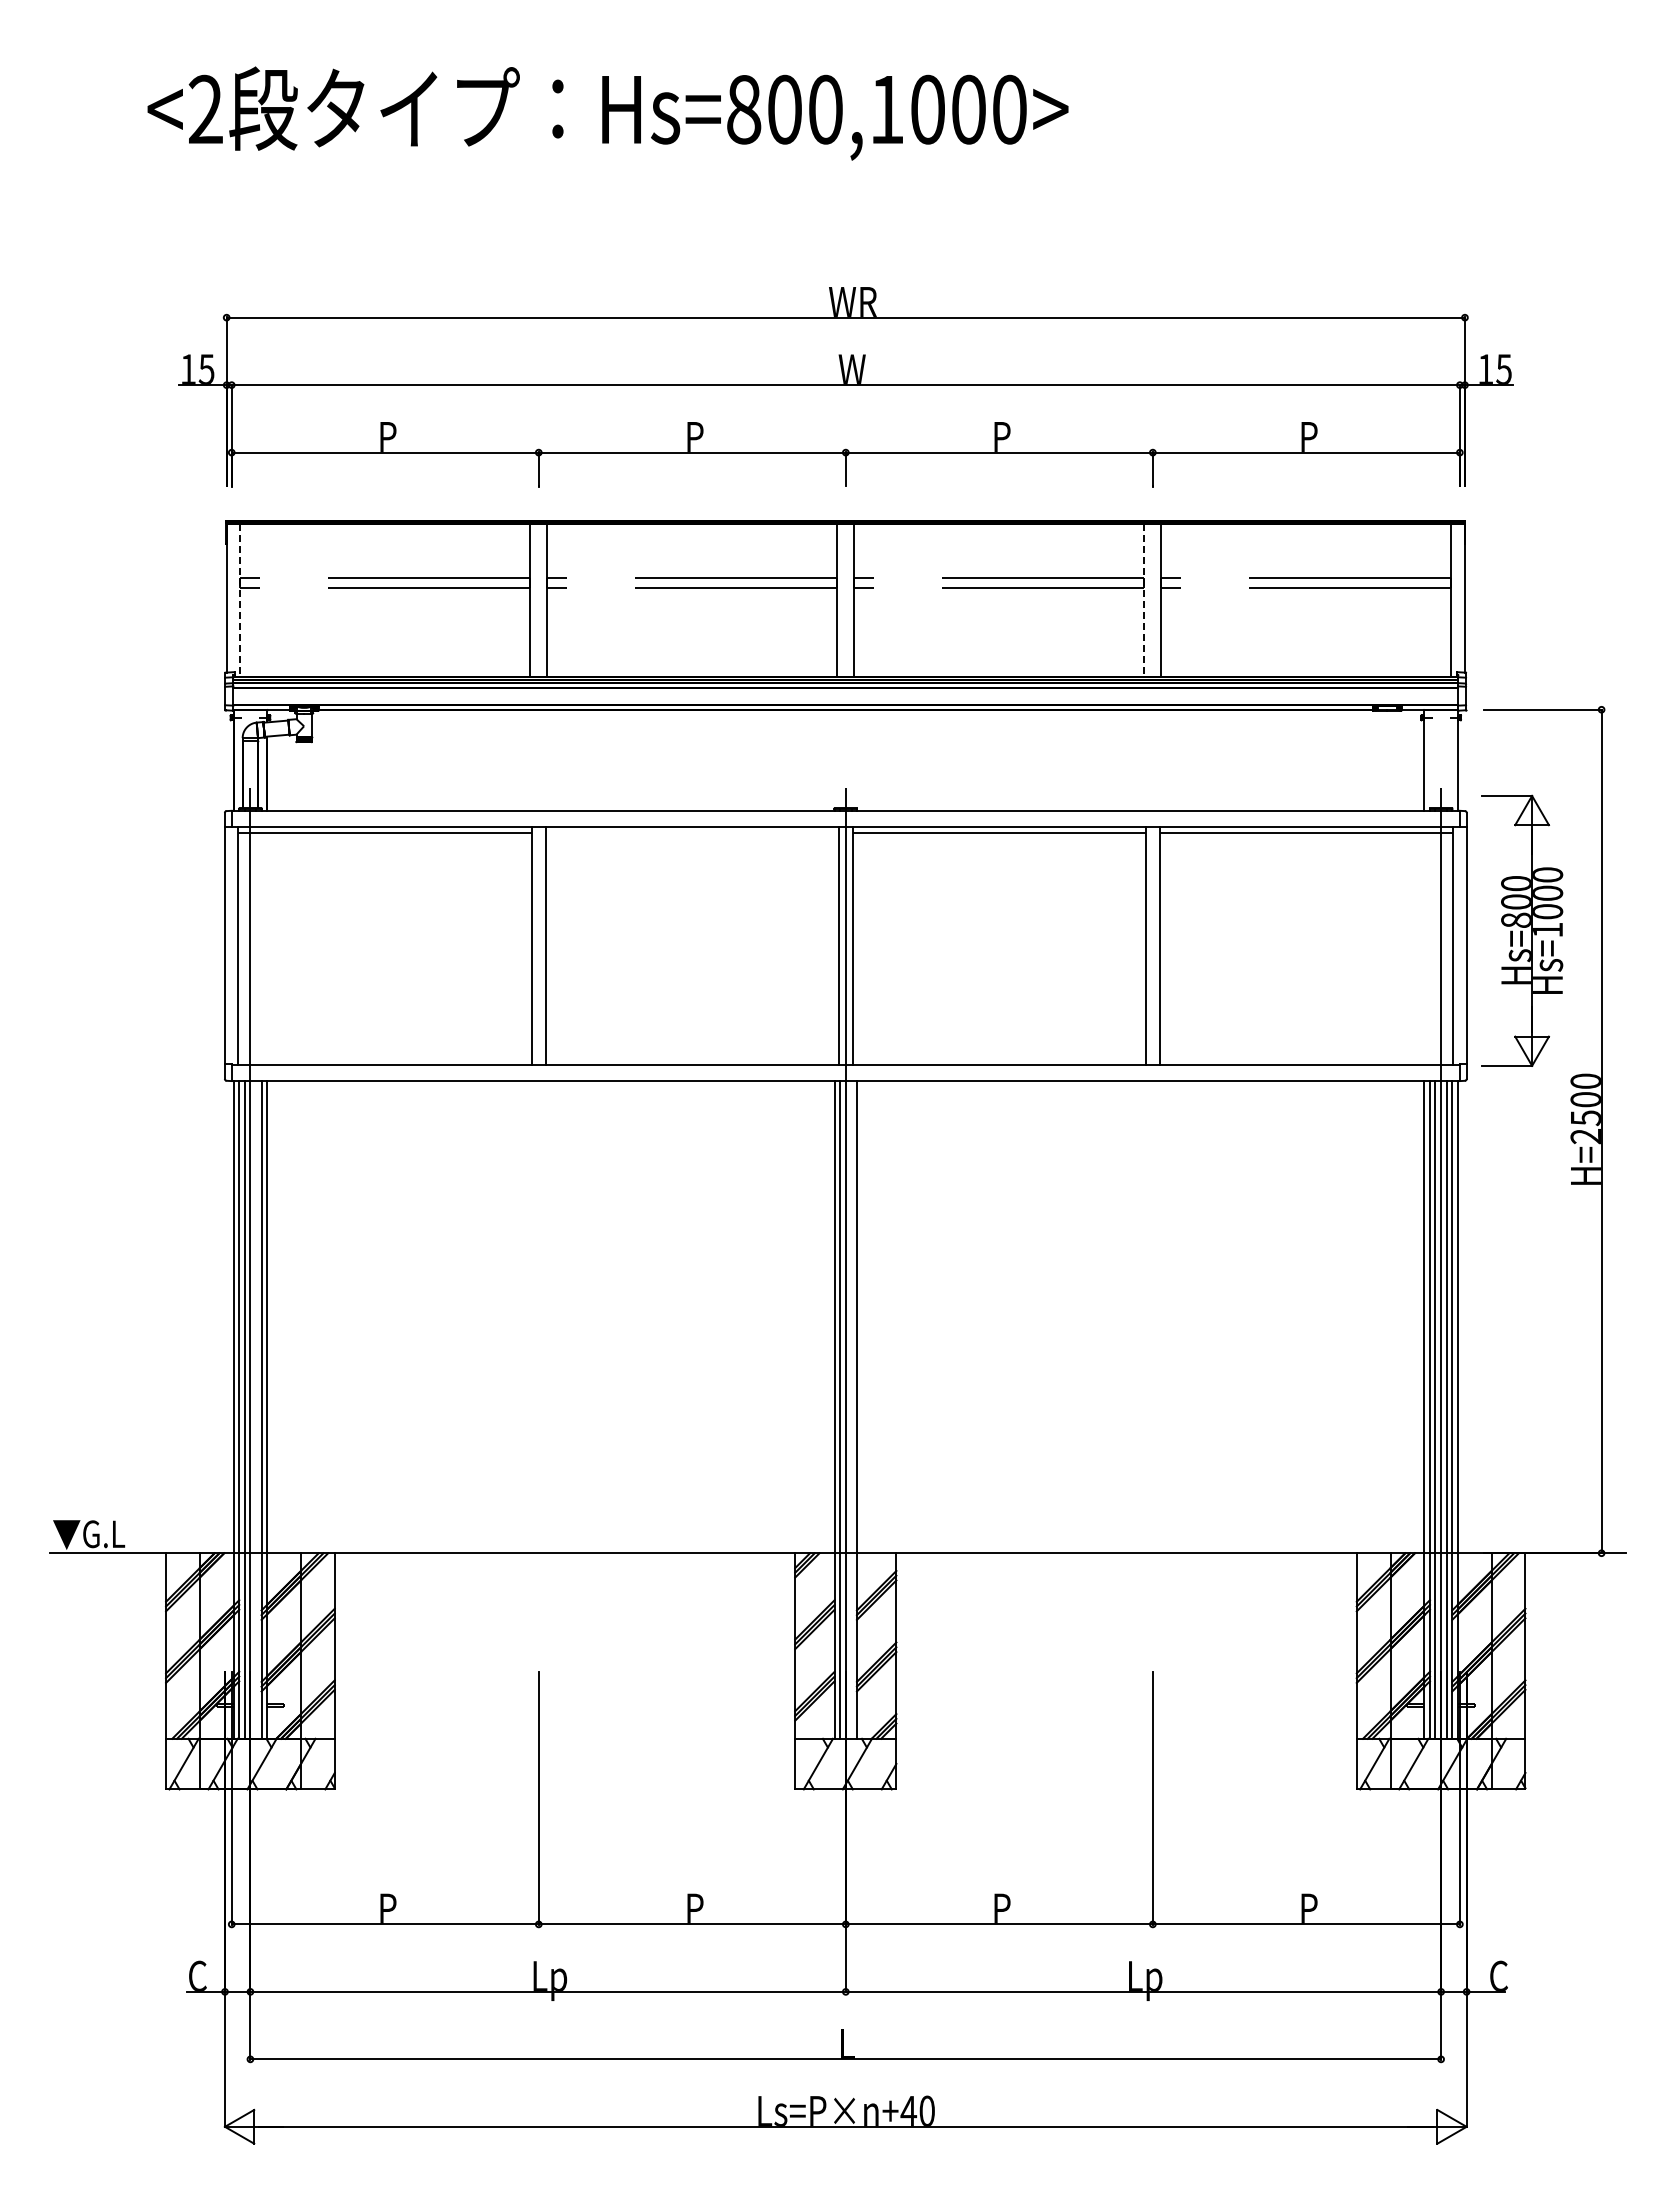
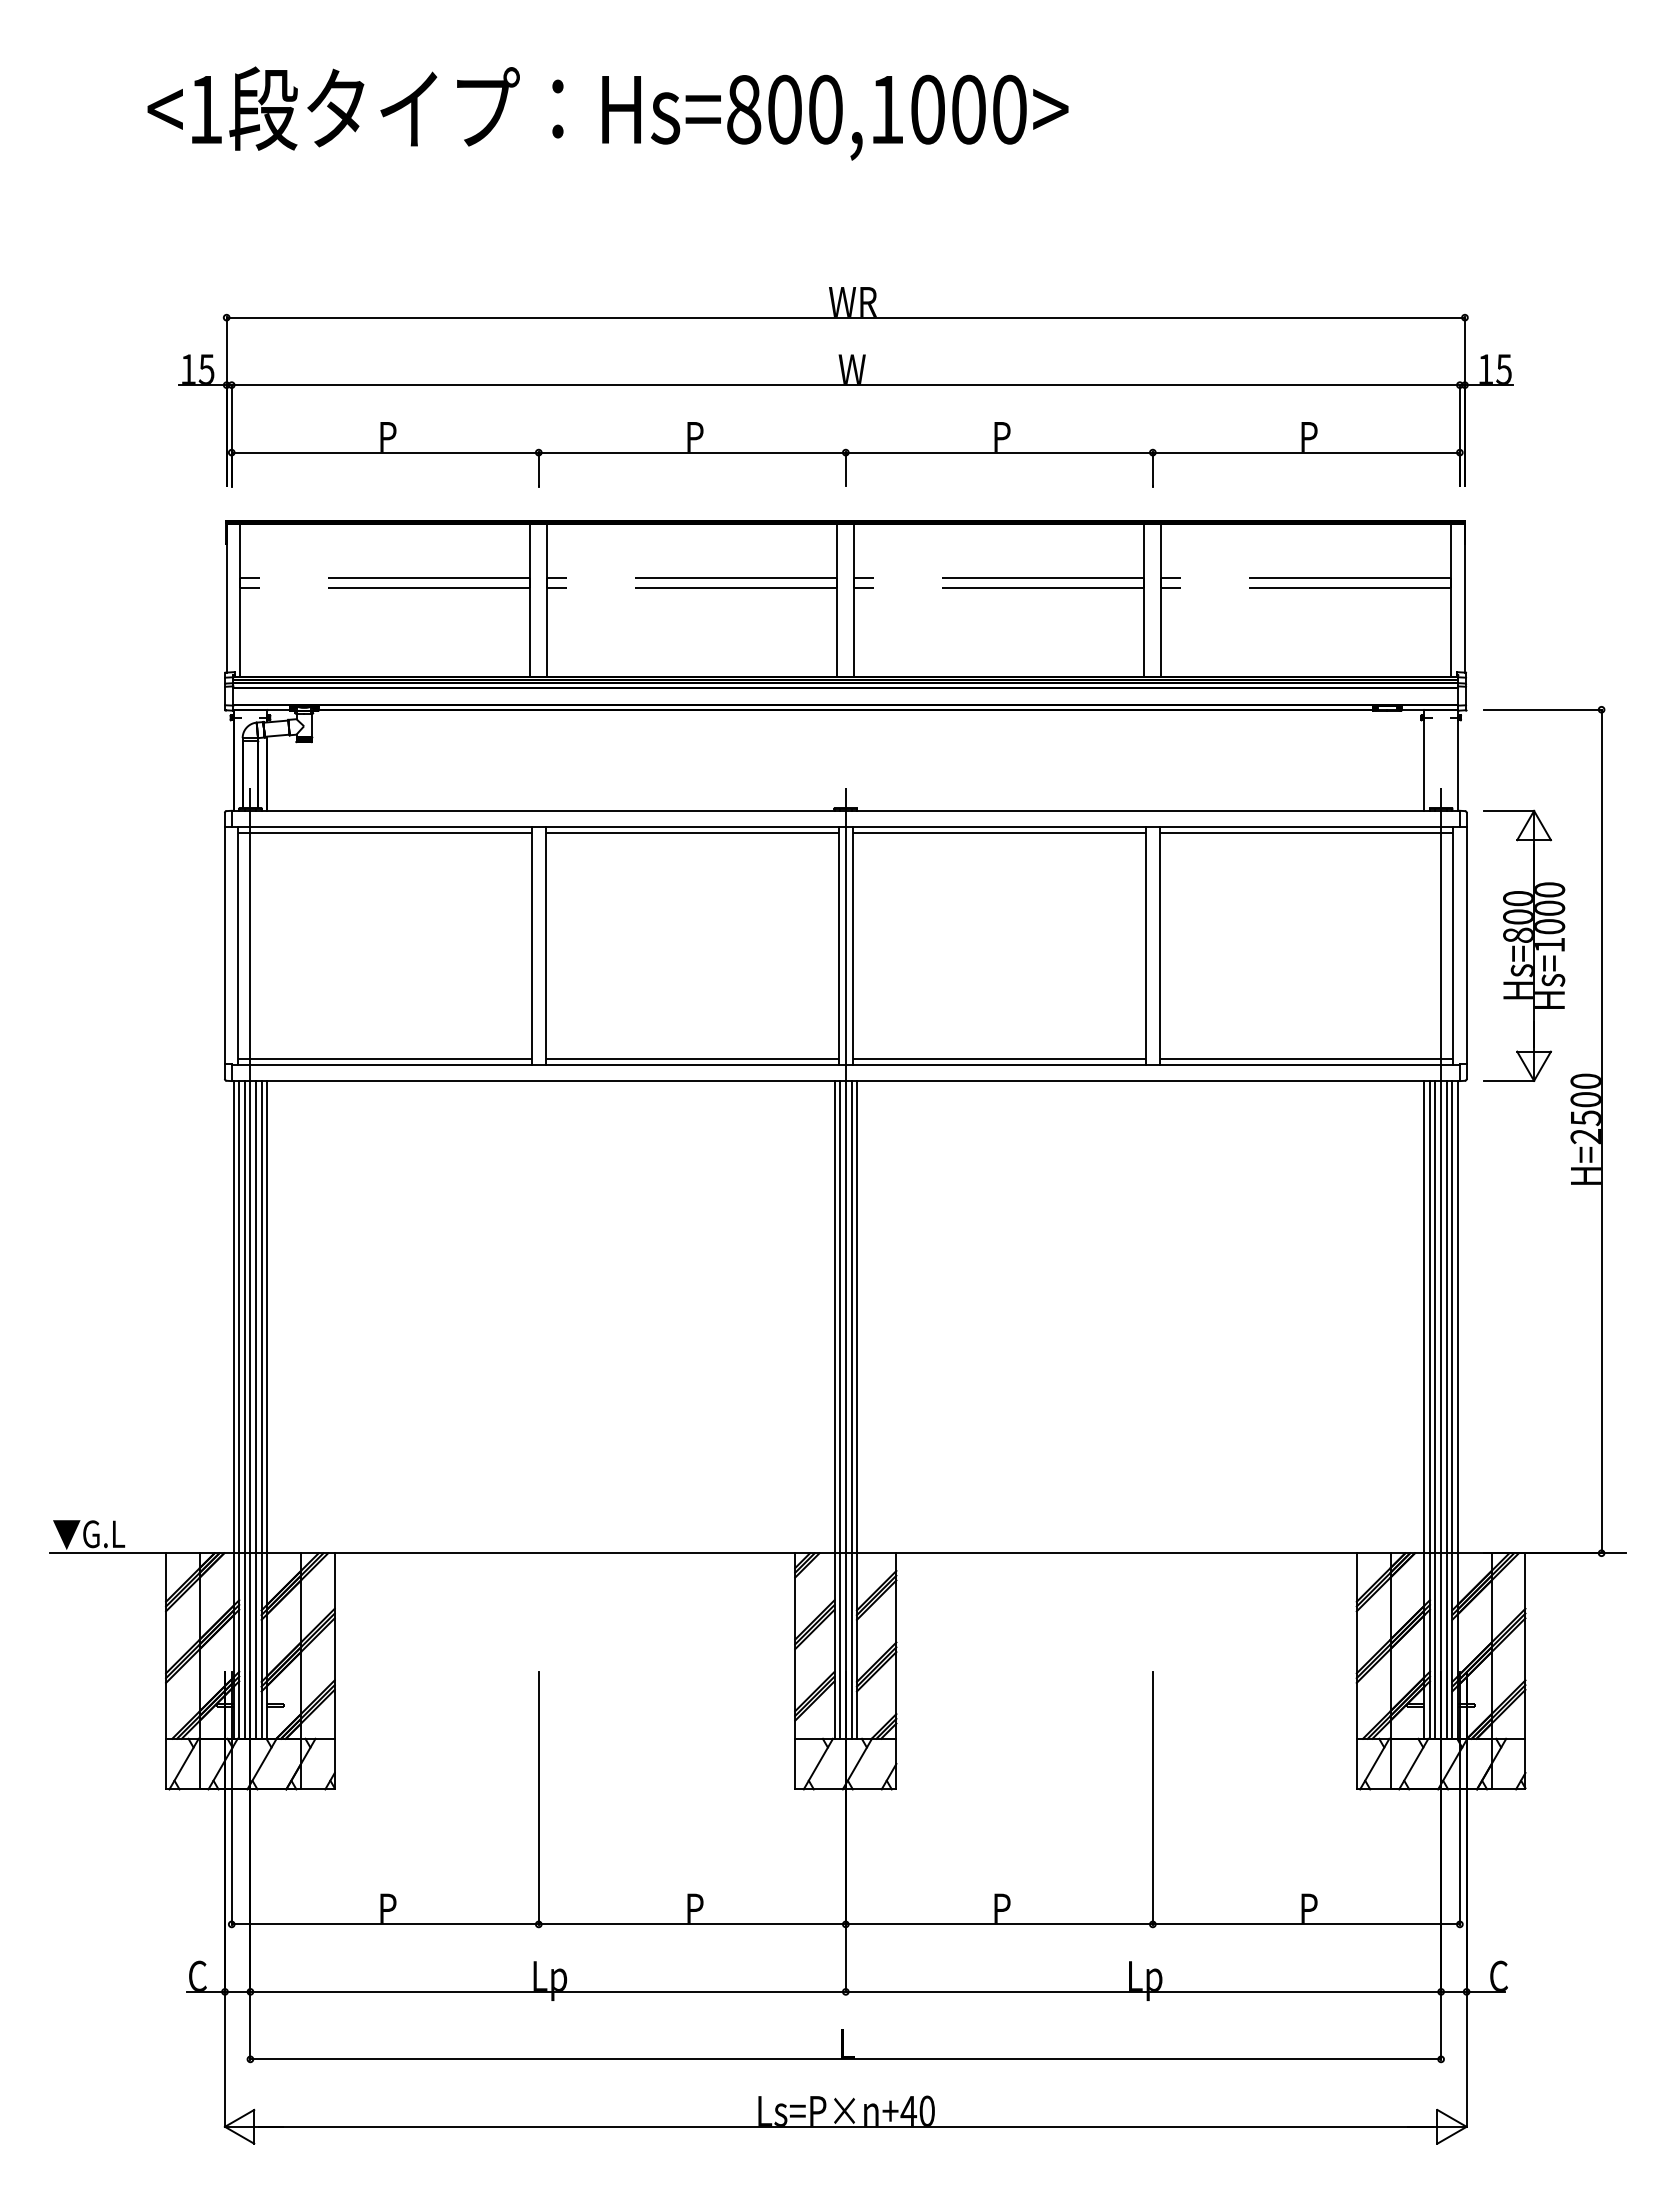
text at (205, 108): <2 -> <1
line at (240, 600): dashed -> solid
line at (1144, 600): dashed -> solid
line at (692, 832): none -> present
part at (1522, 930) position: (1522, 930) -> (1524, 945)
line at (385, 1059): none -> present
line at (692, 1059): none -> present
line at (999, 1059): none -> present
line at (1306, 1059): none -> present
line at (256, 1409): none -> present
line at (851, 1409): none -> present
